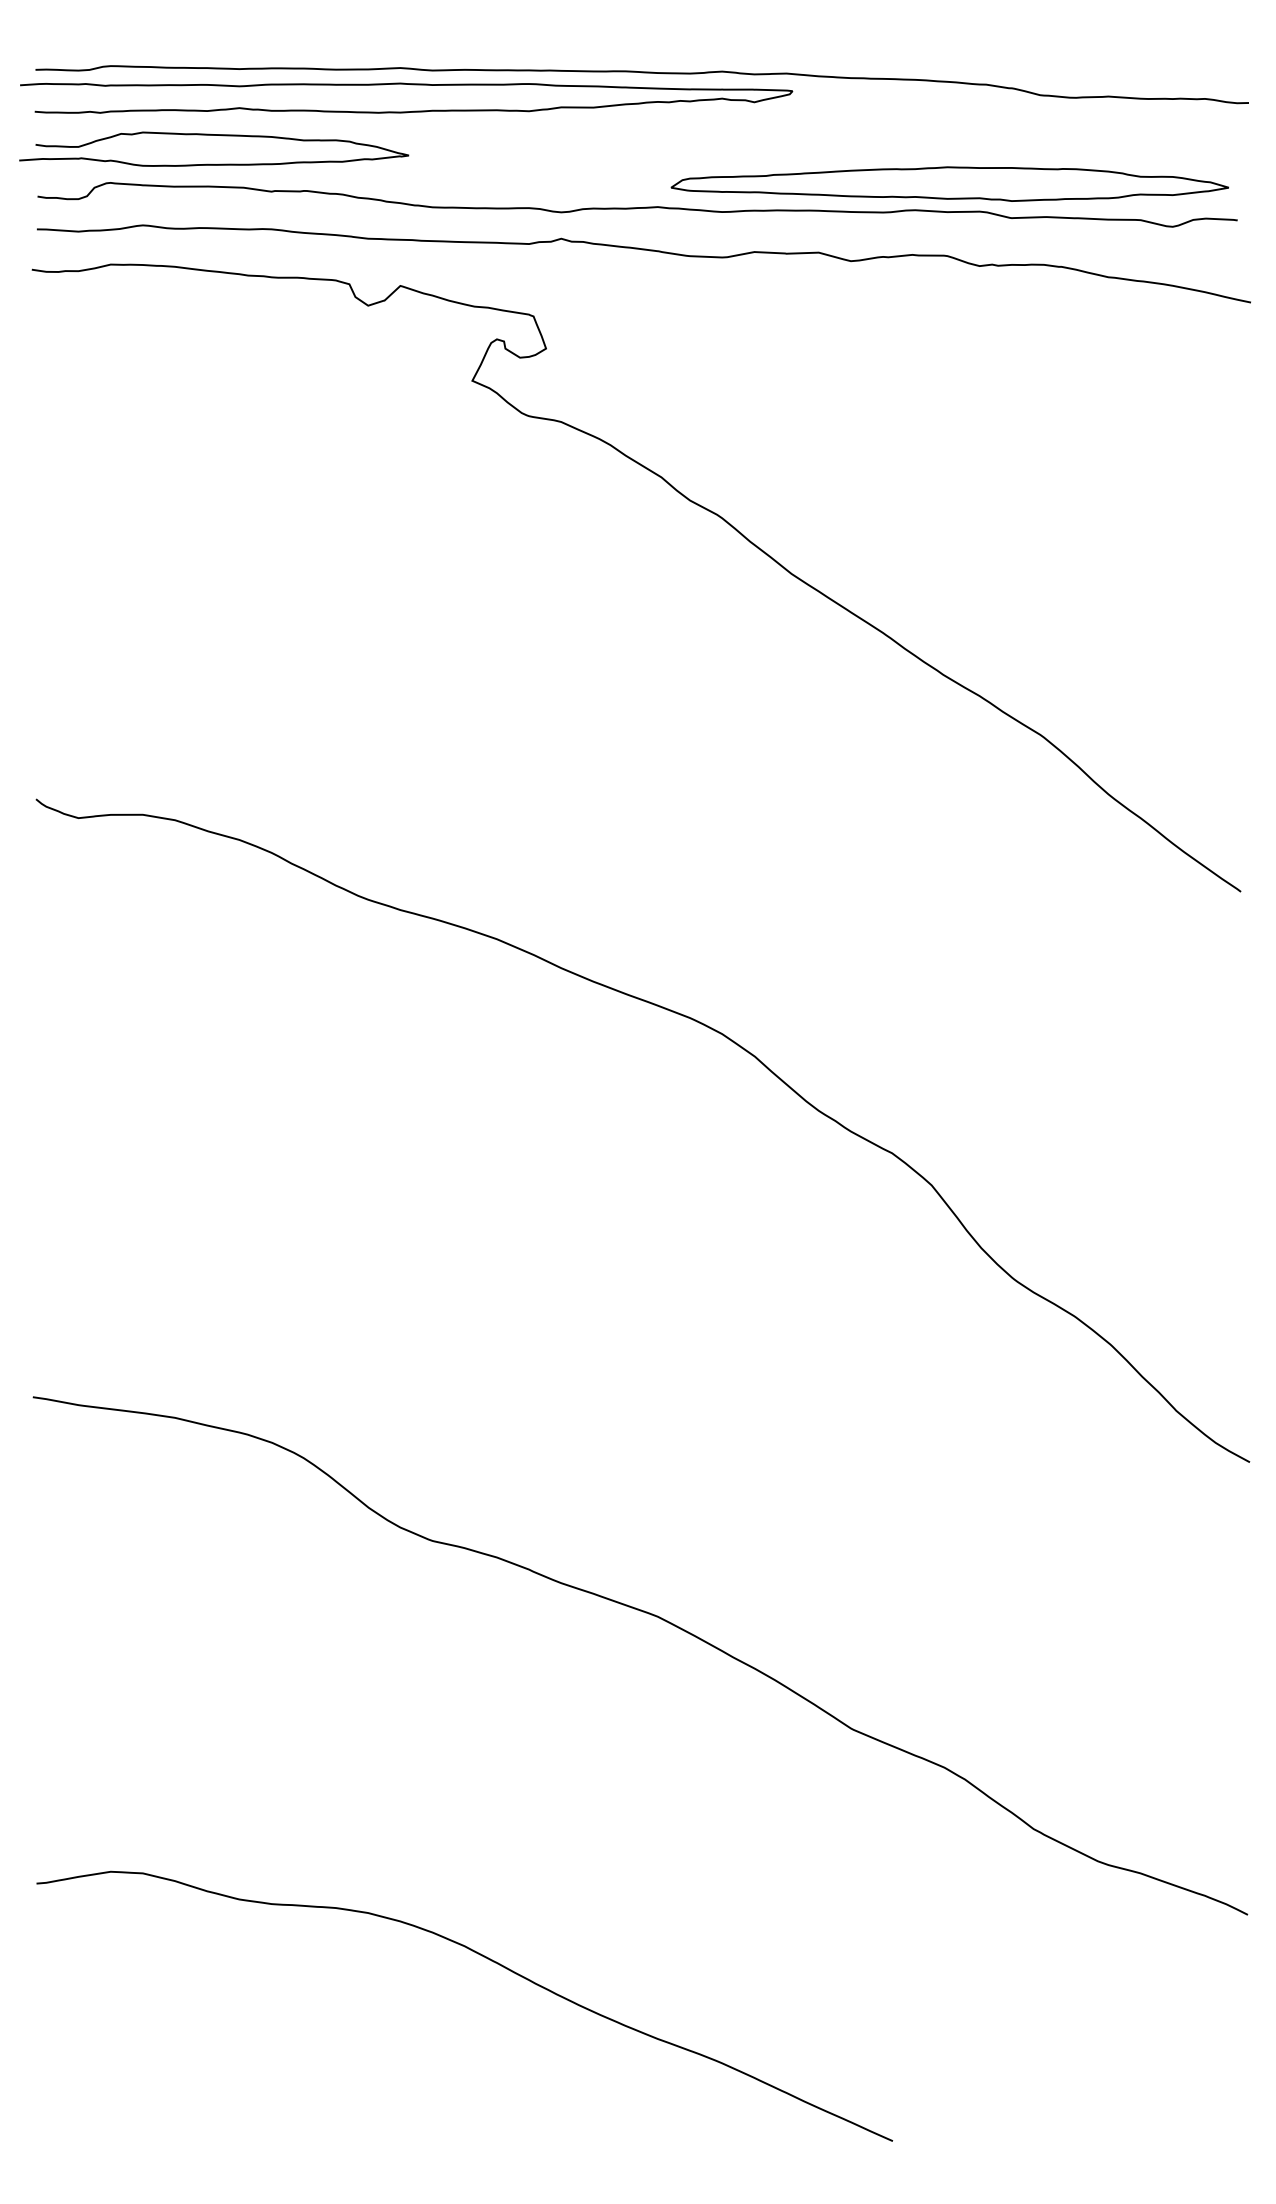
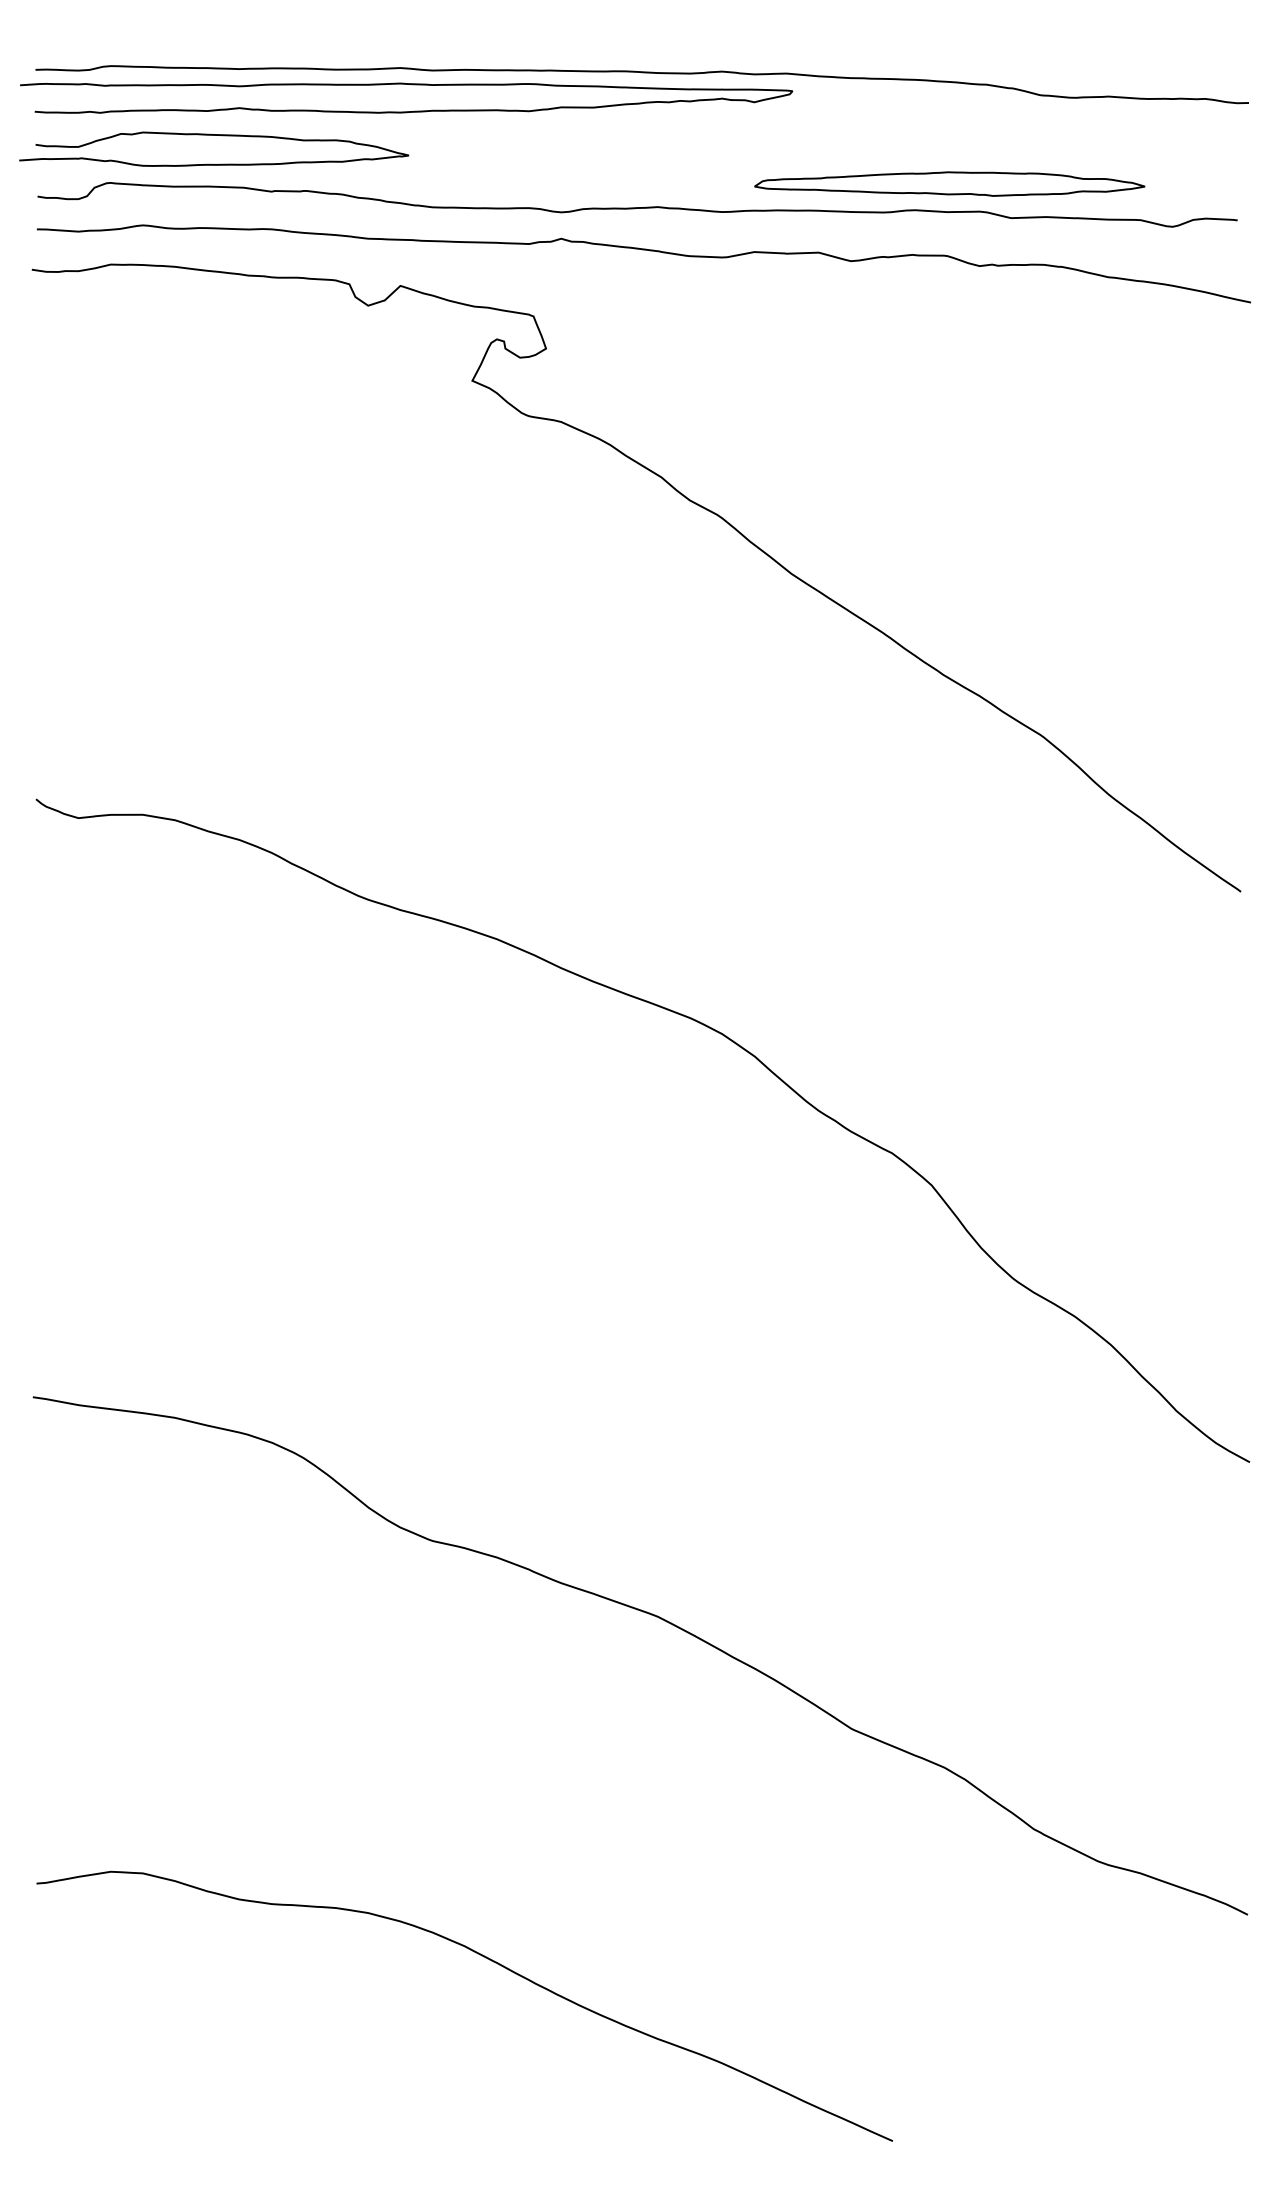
part at (949, 183) size: 559x36 px -> 392x26 px
